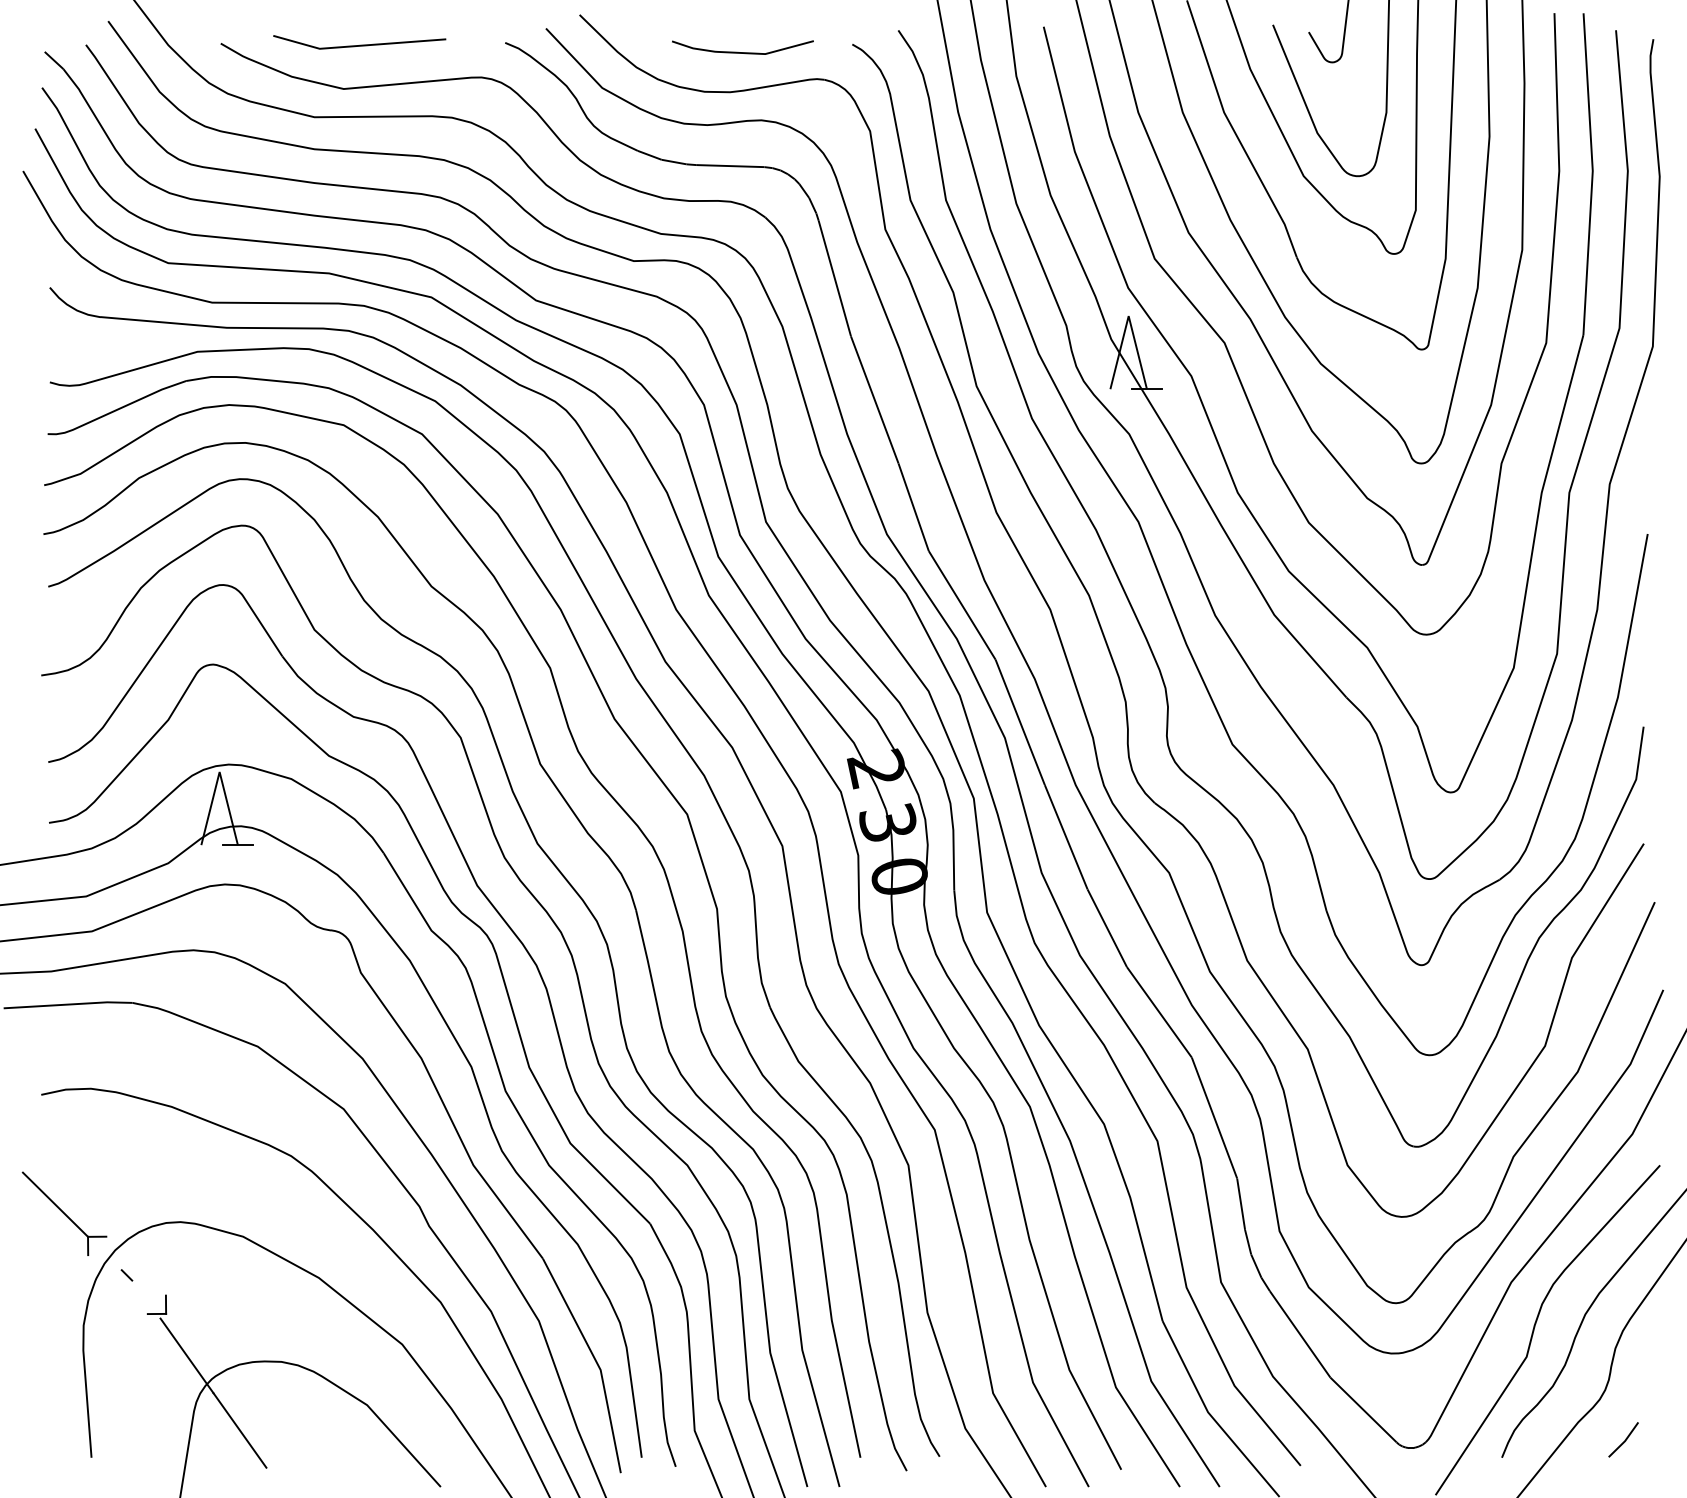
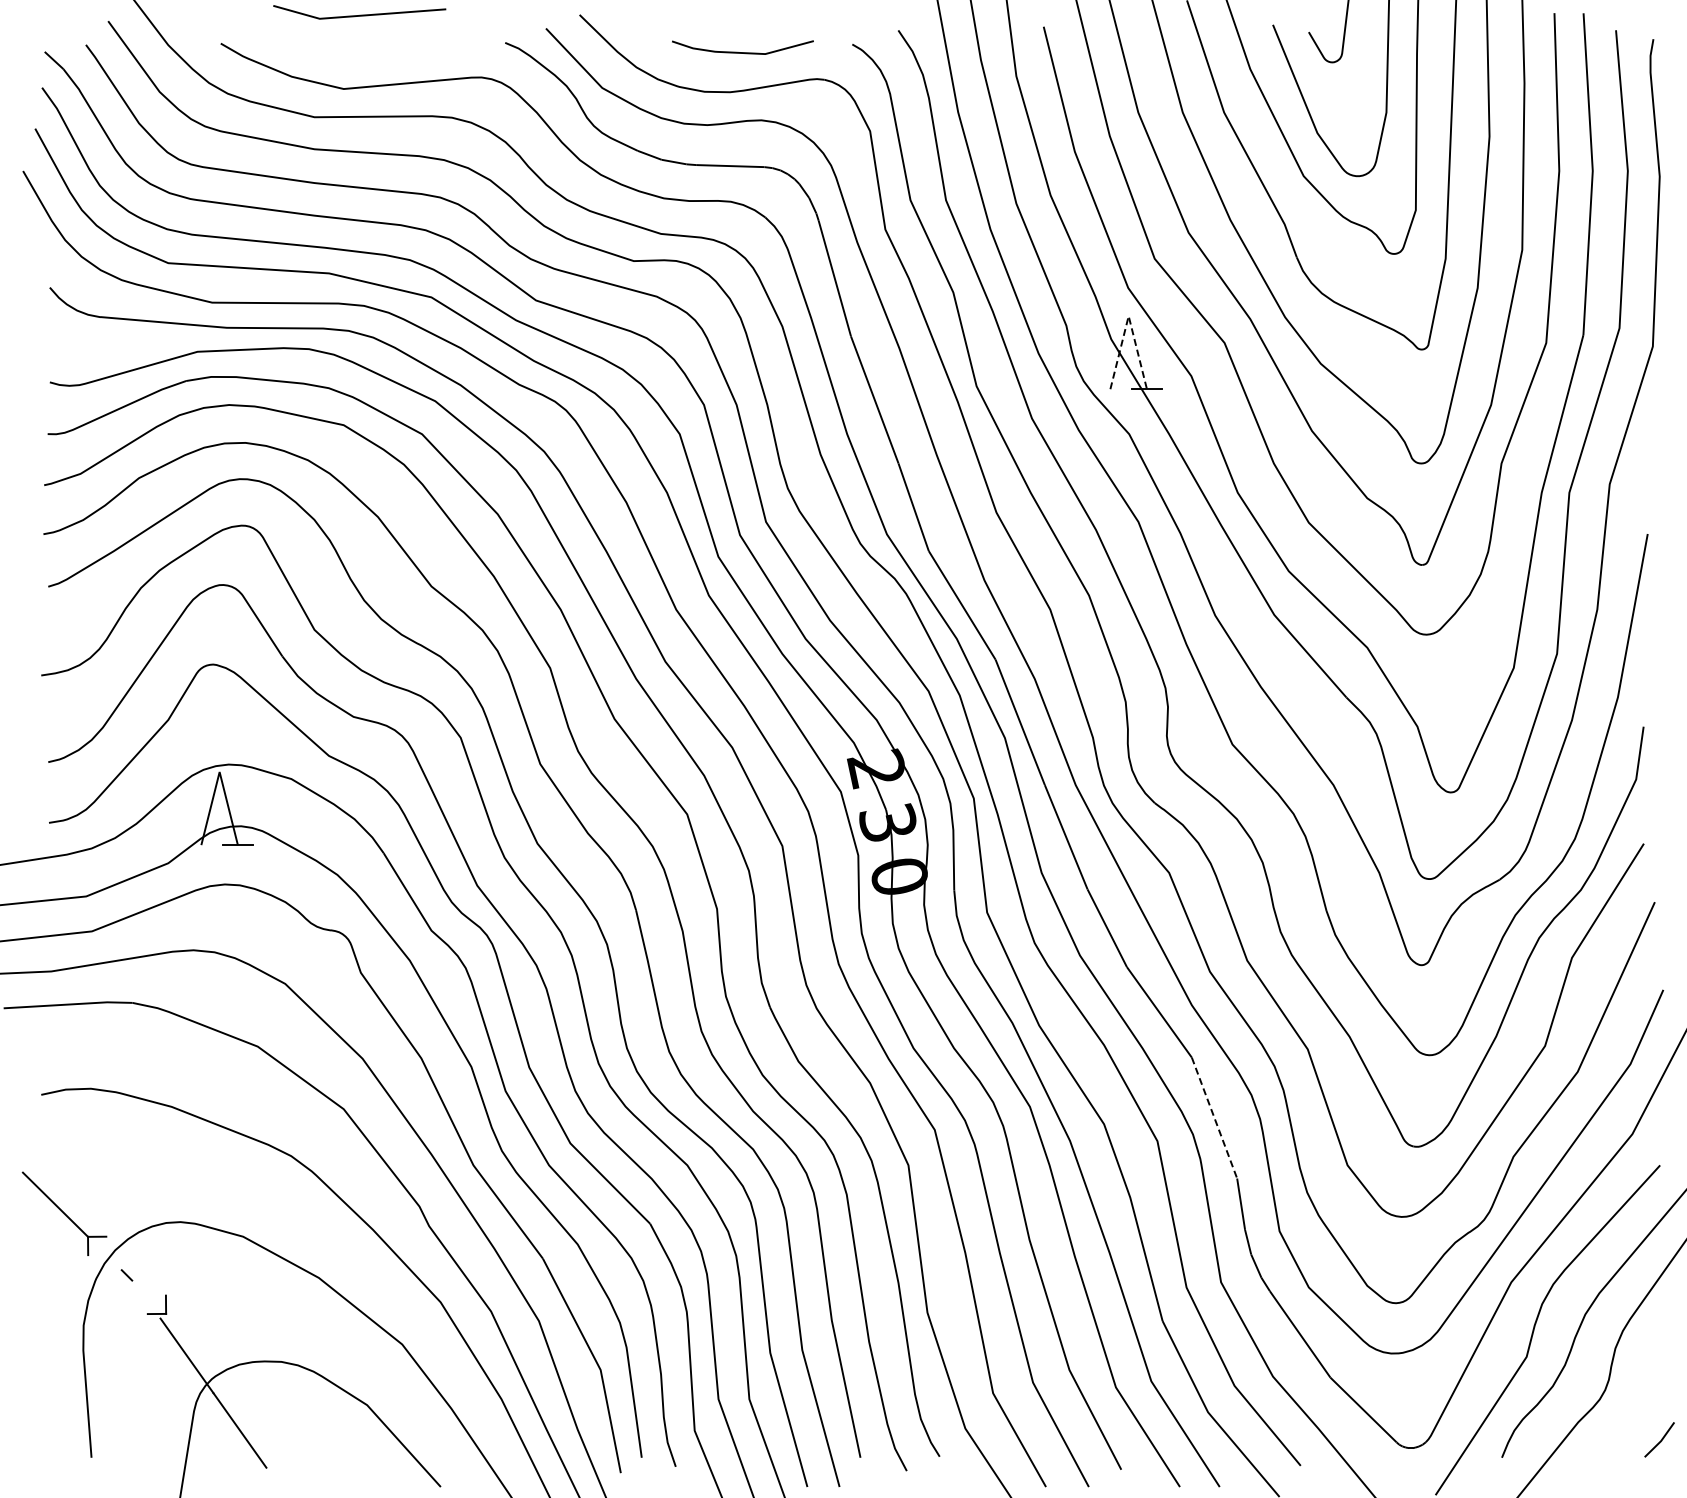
line at (359, 44) position: (359, 44) -> (359, 14)
line at (1128, 316): solid -> dashed
line at (1214, 1118): solid -> dashed
line at (1624, 1440) position: (1624, 1440) -> (1660, 1440)
